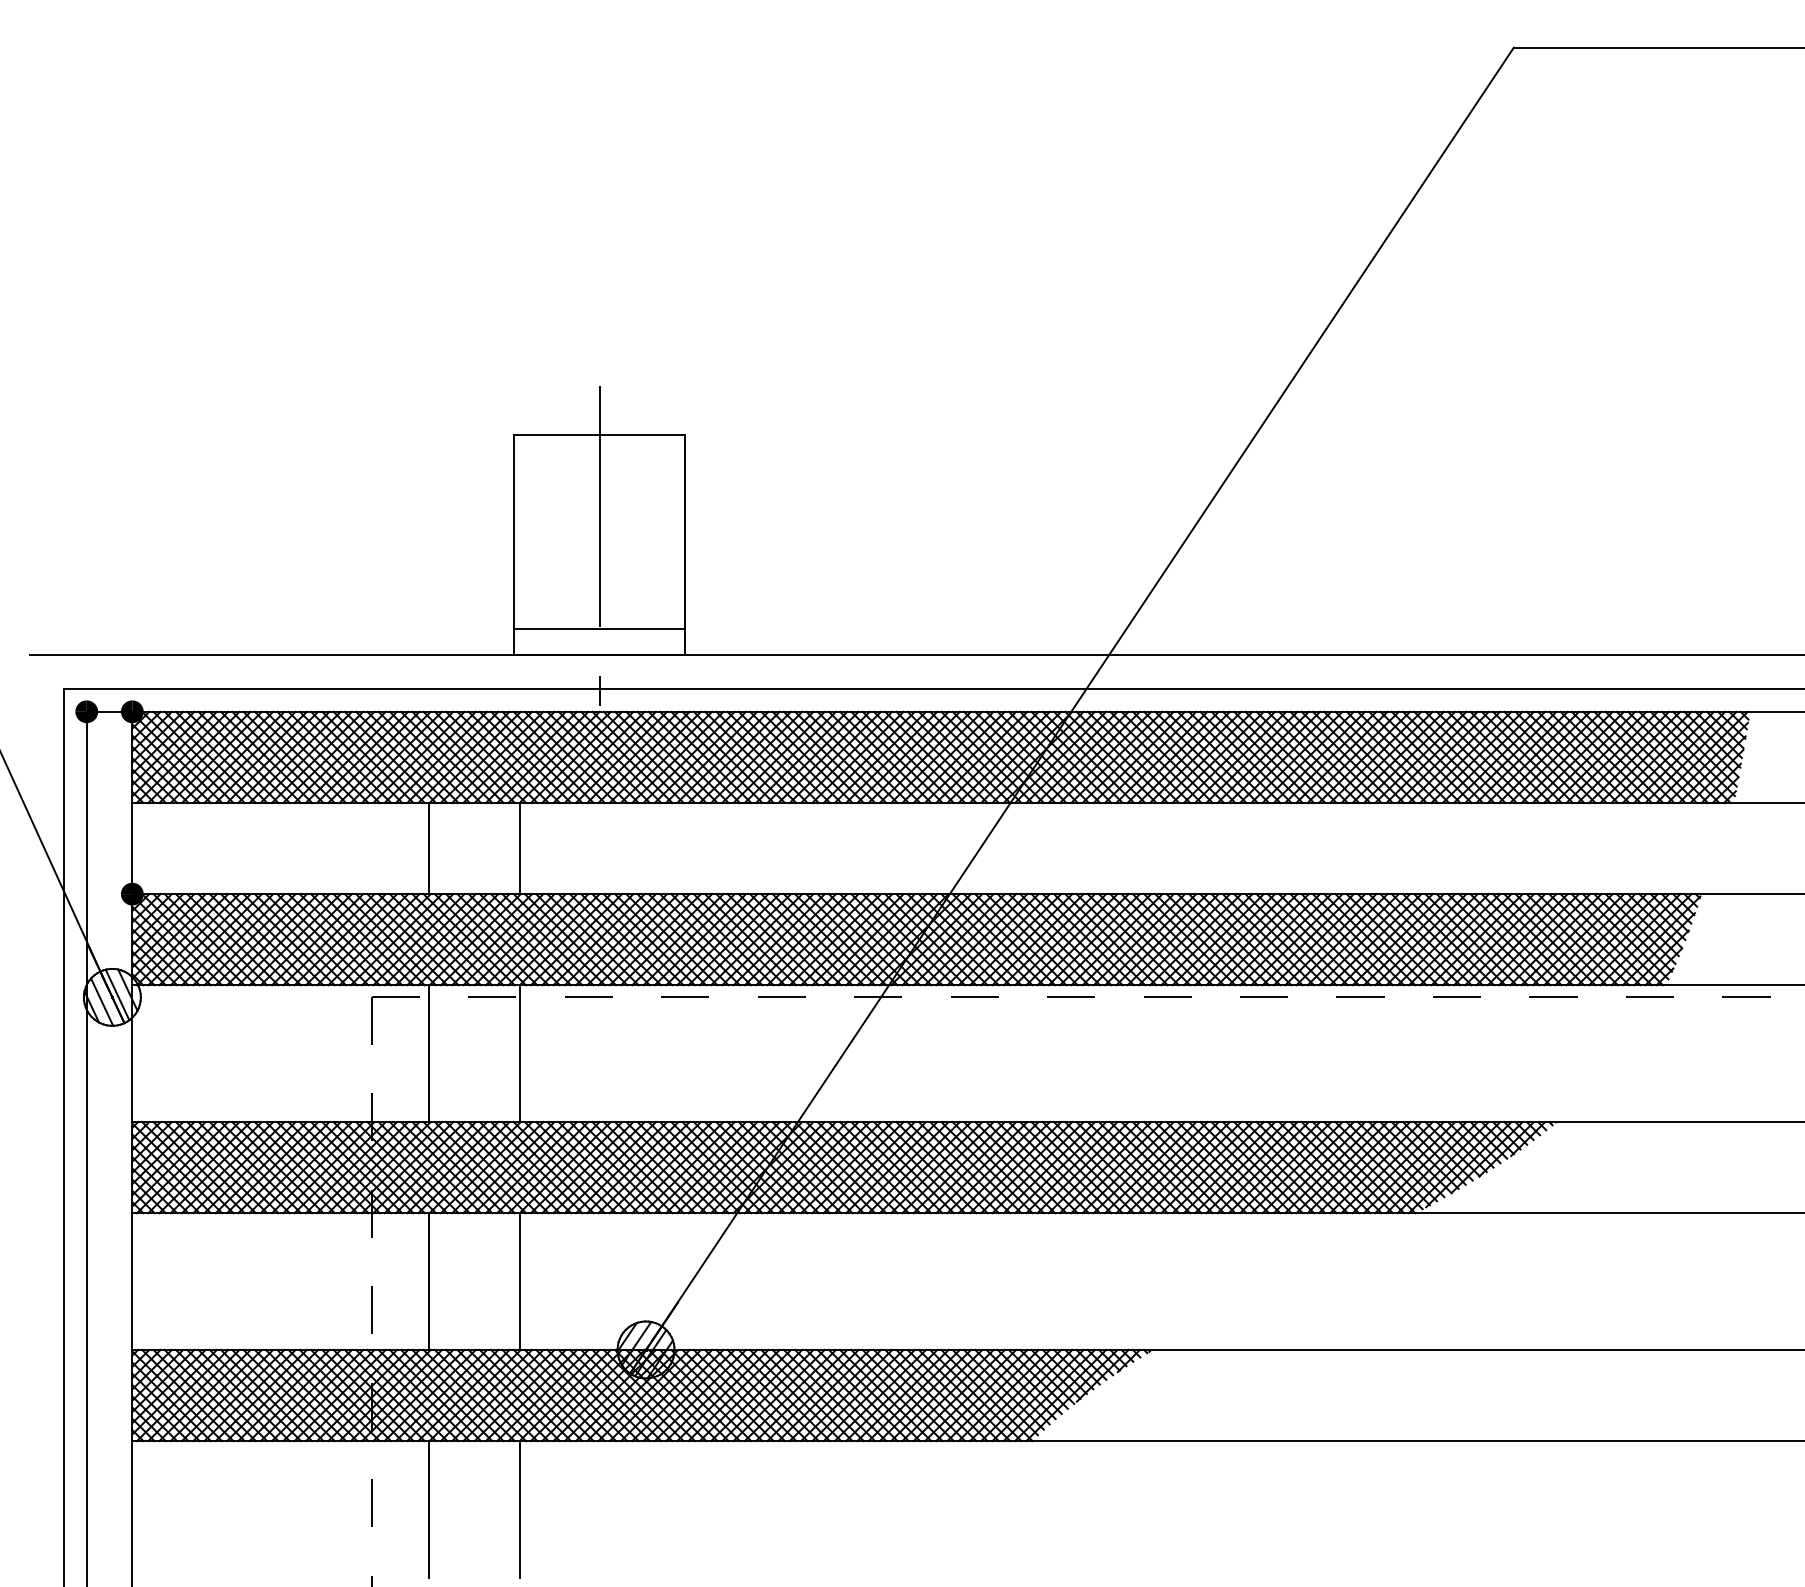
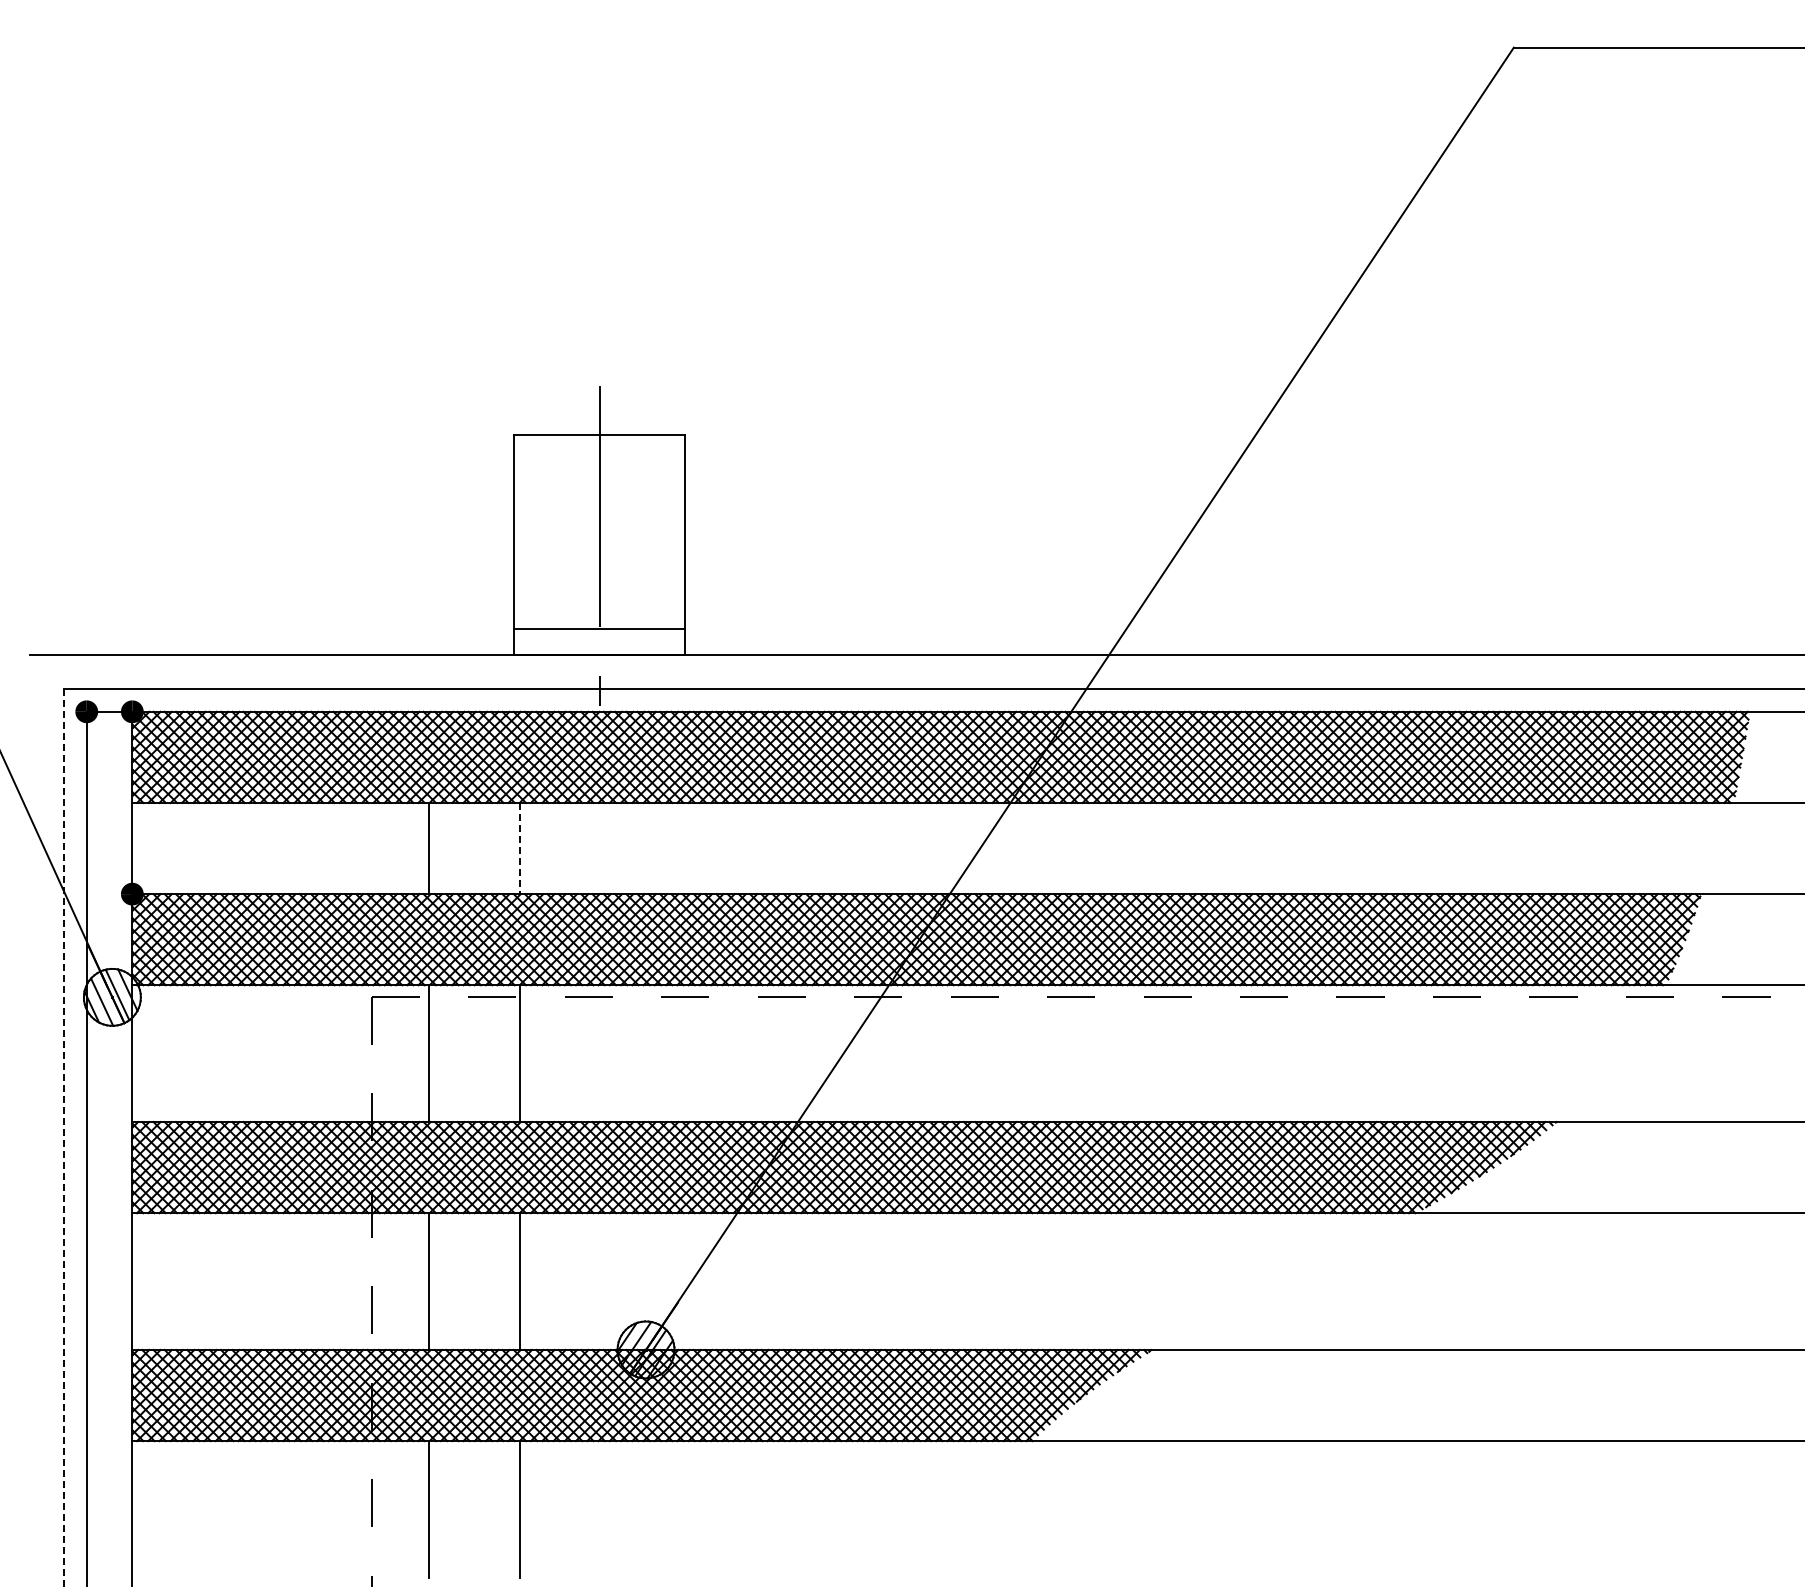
line at (519, 848): solid -> dashed
line at (63, 1137): solid -> dashed
